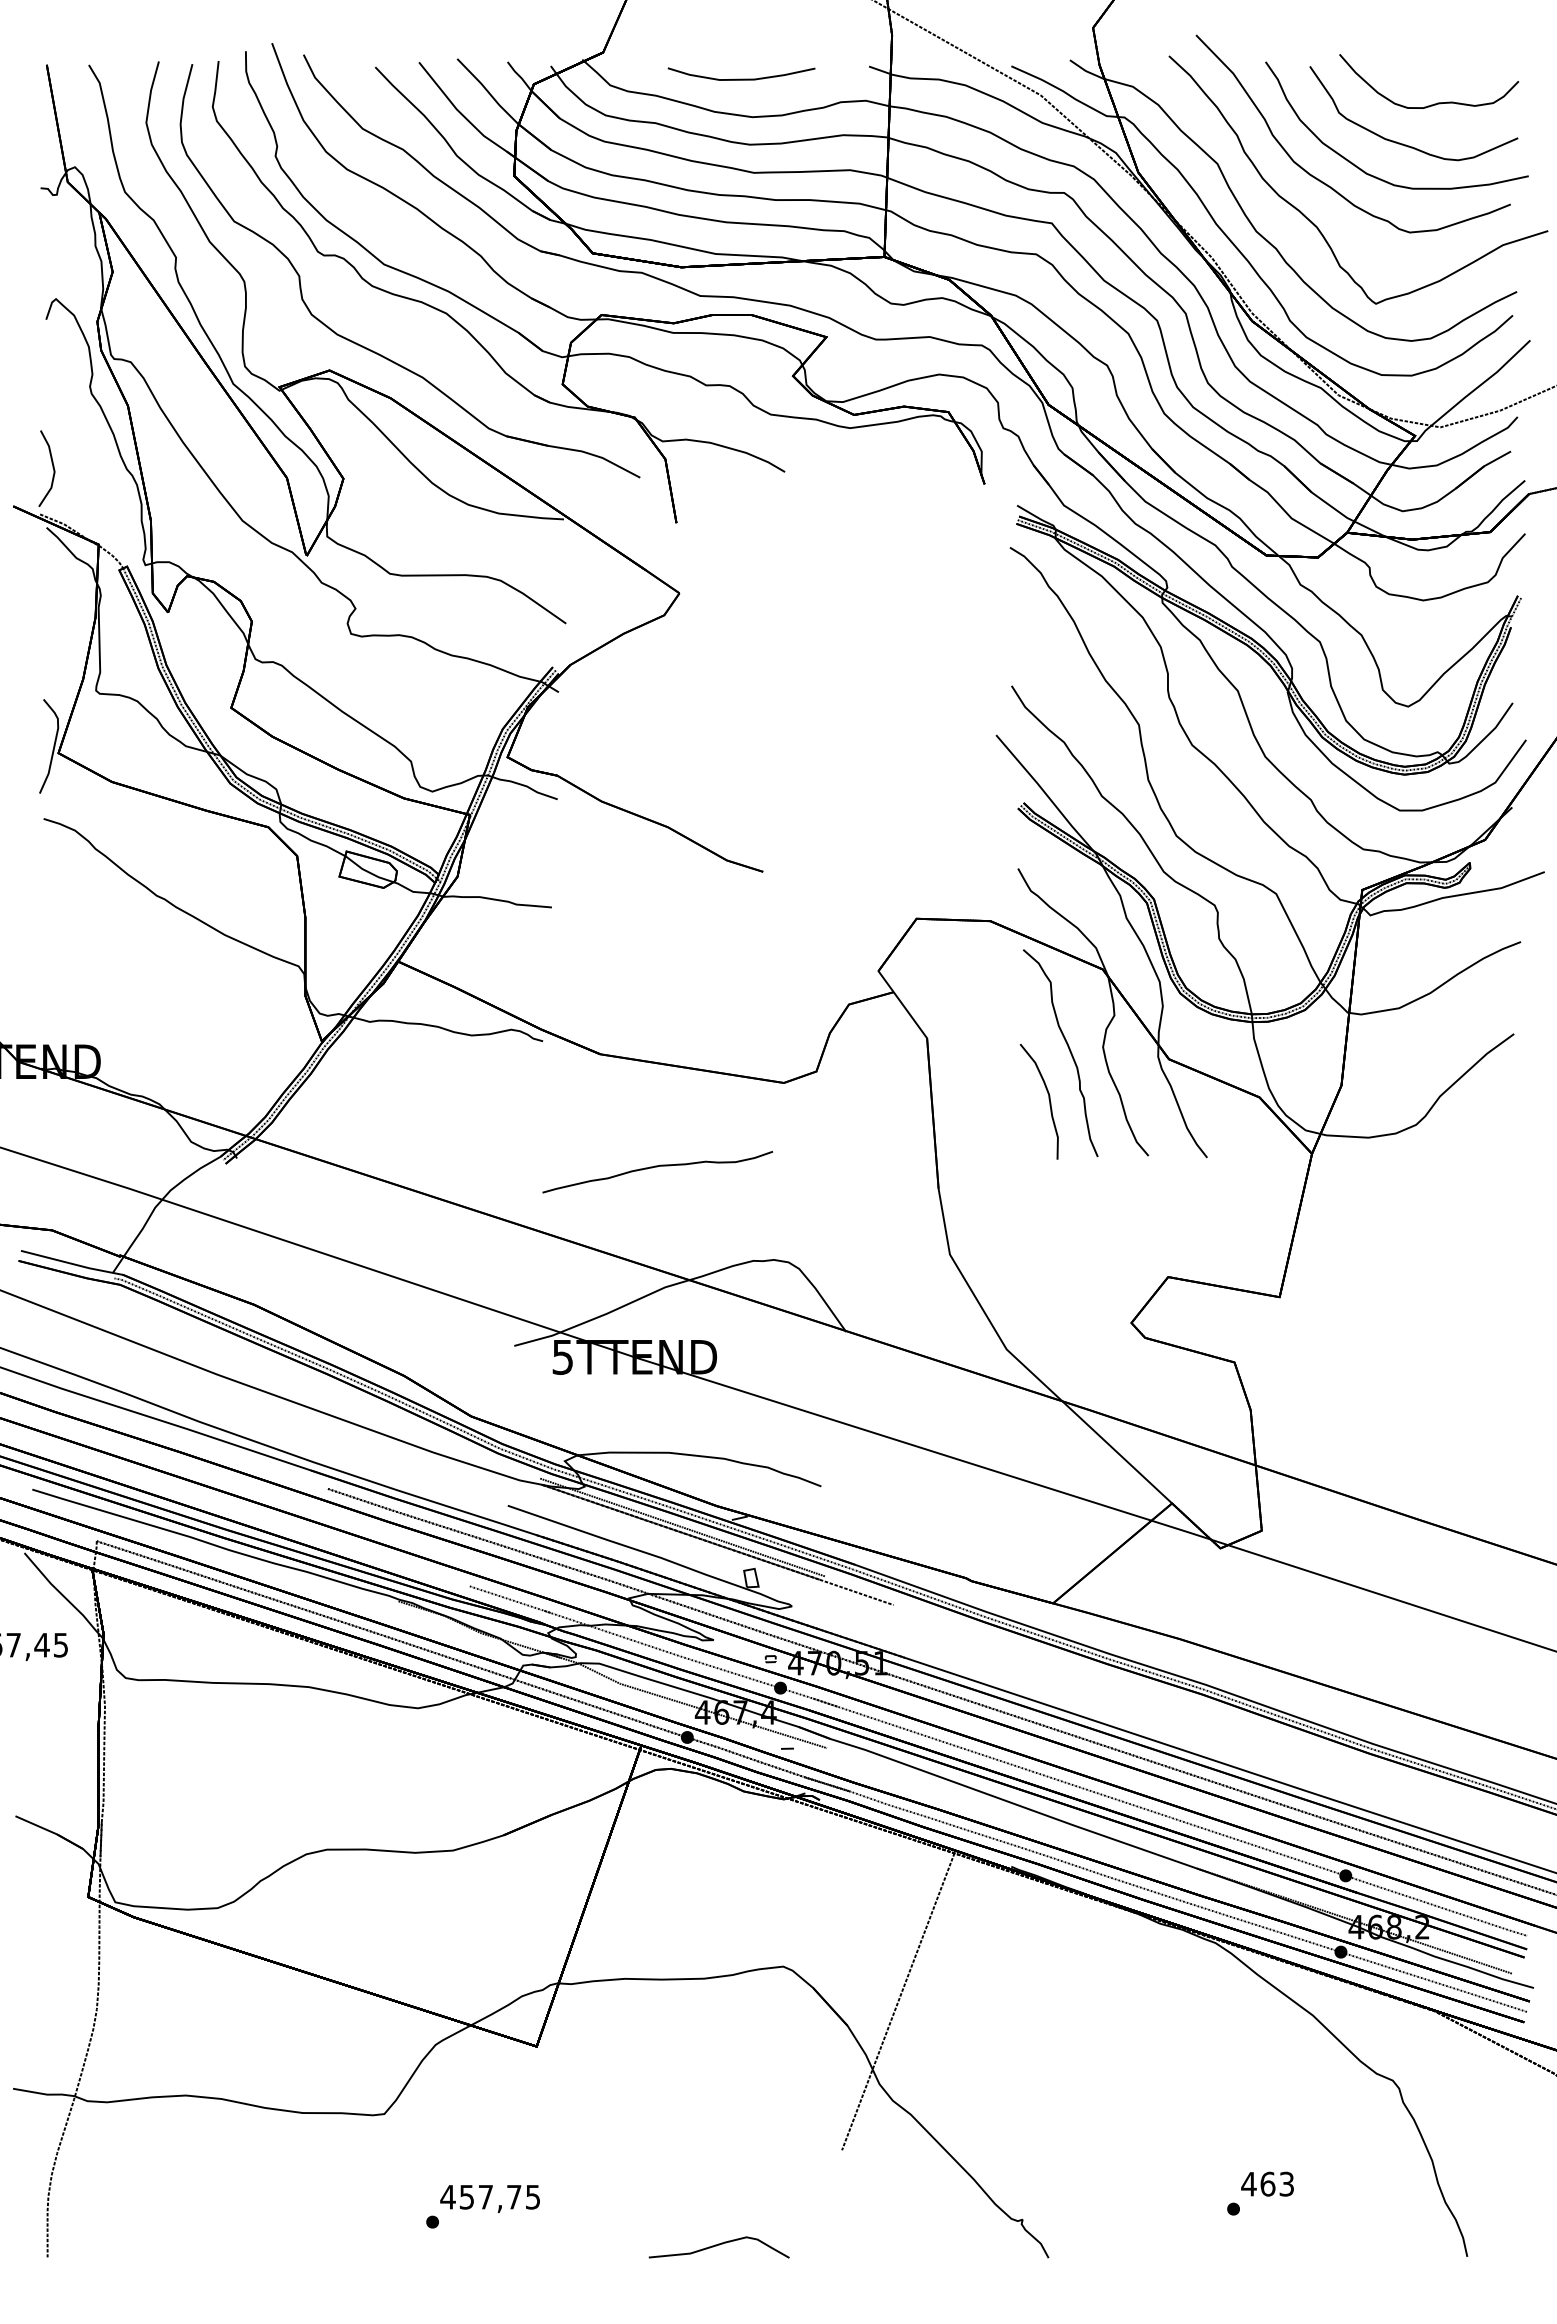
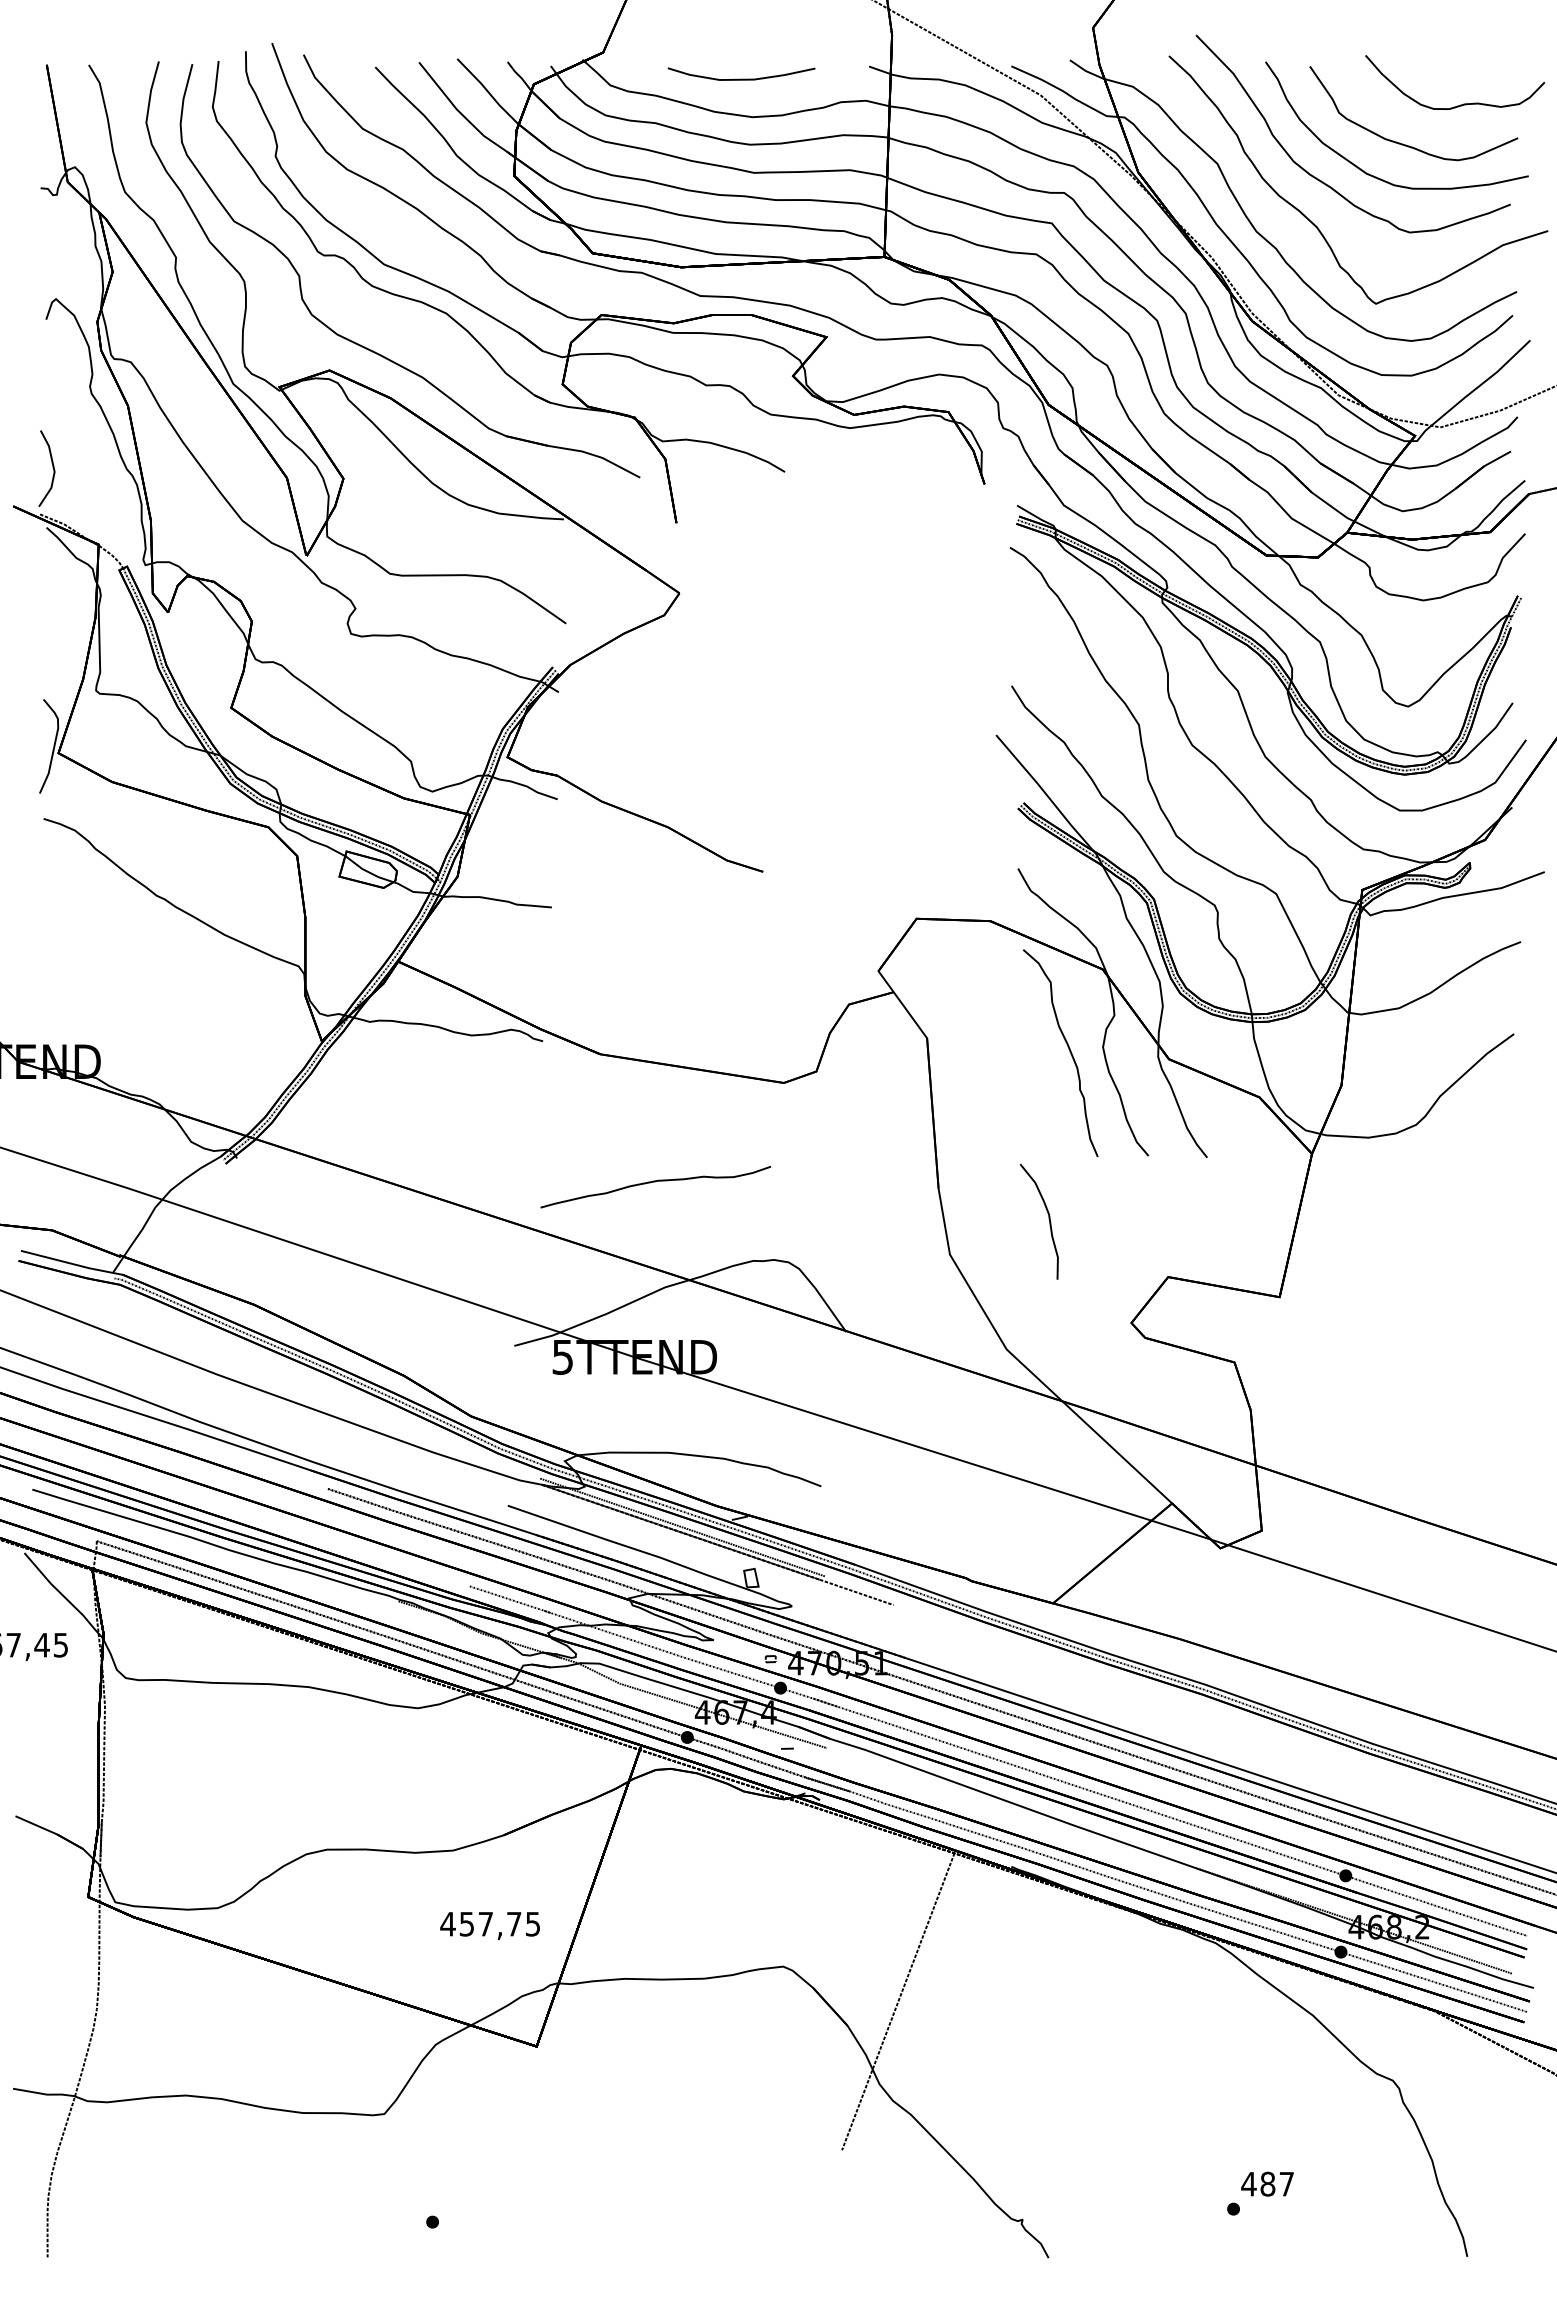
part at (1437, 102) position: (1437, 102) -> (1463, 103)
curve at (1048, 1099) position: (1048, 1099) -> (1048, 1219)
curve at (657, 1167) position: (657, 1167) -> (655, 1182)
text at (1276, 2183): 463 -> 487
text at (489, 2198) position: (489, 2198) -> (489, 1925)
curve at (718, 2245): present -> none
